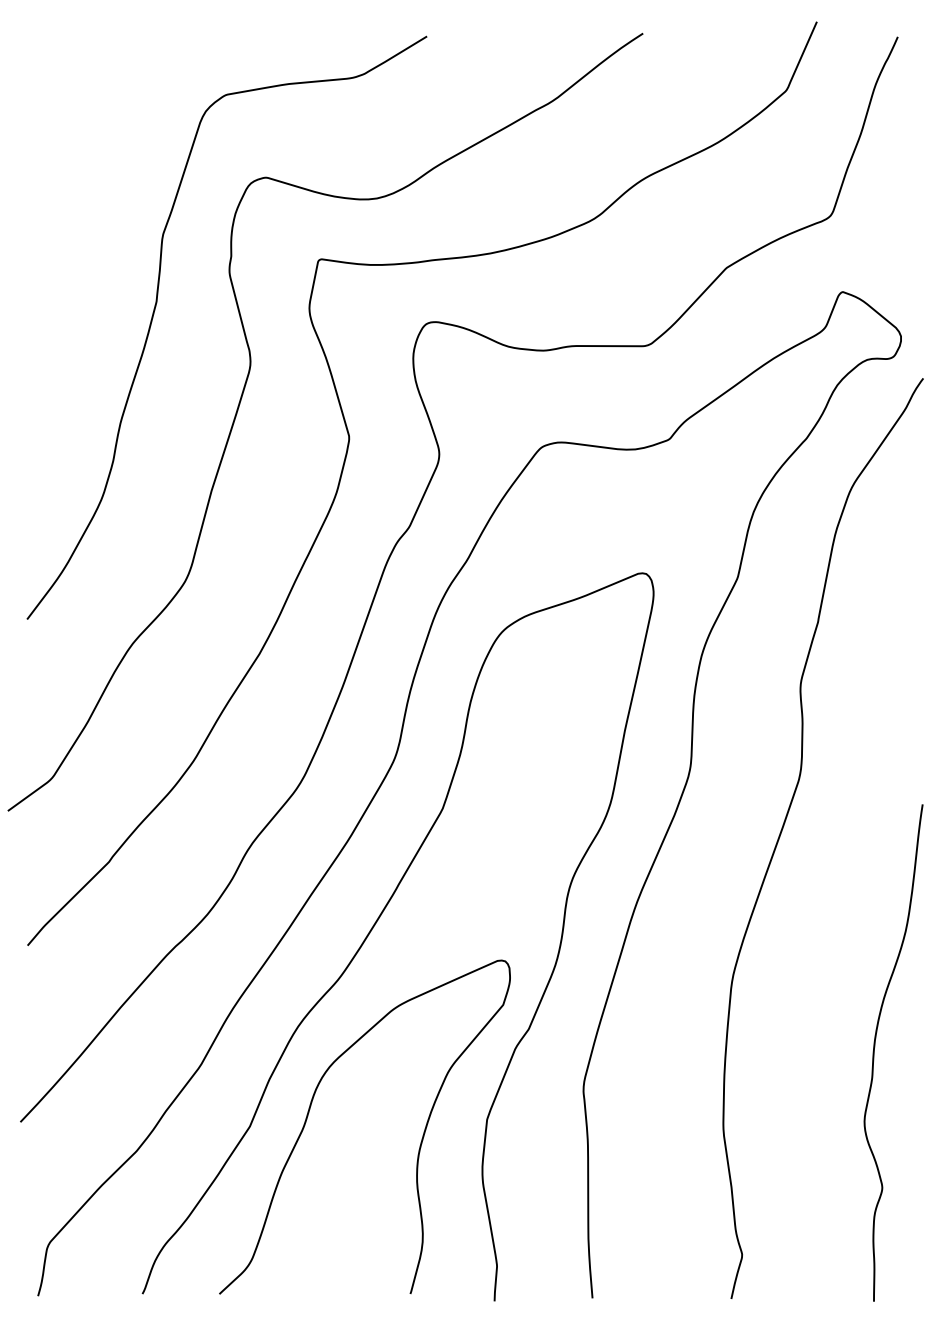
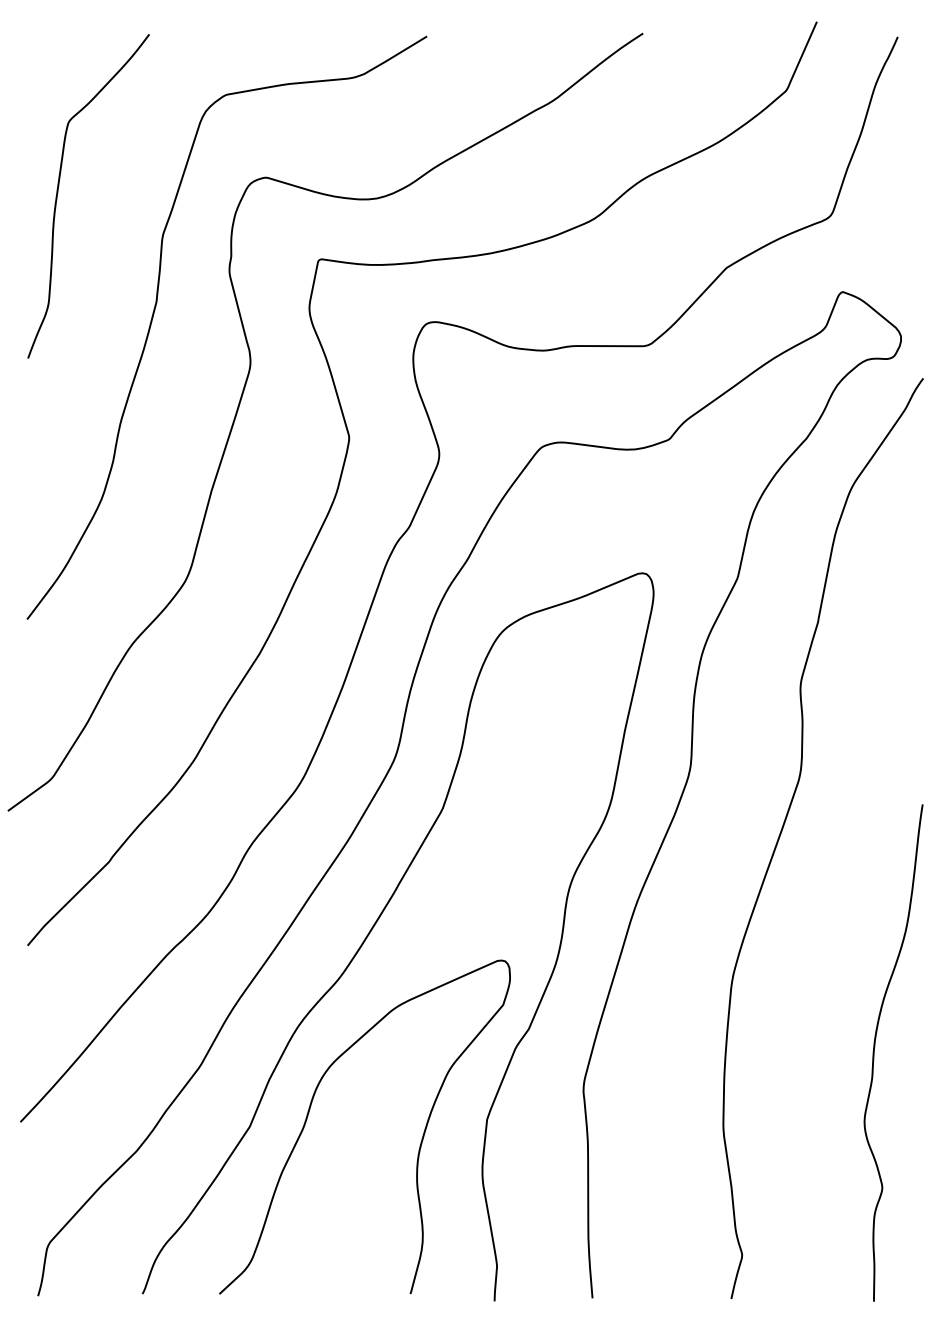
curve at (58, 193): none -> present
